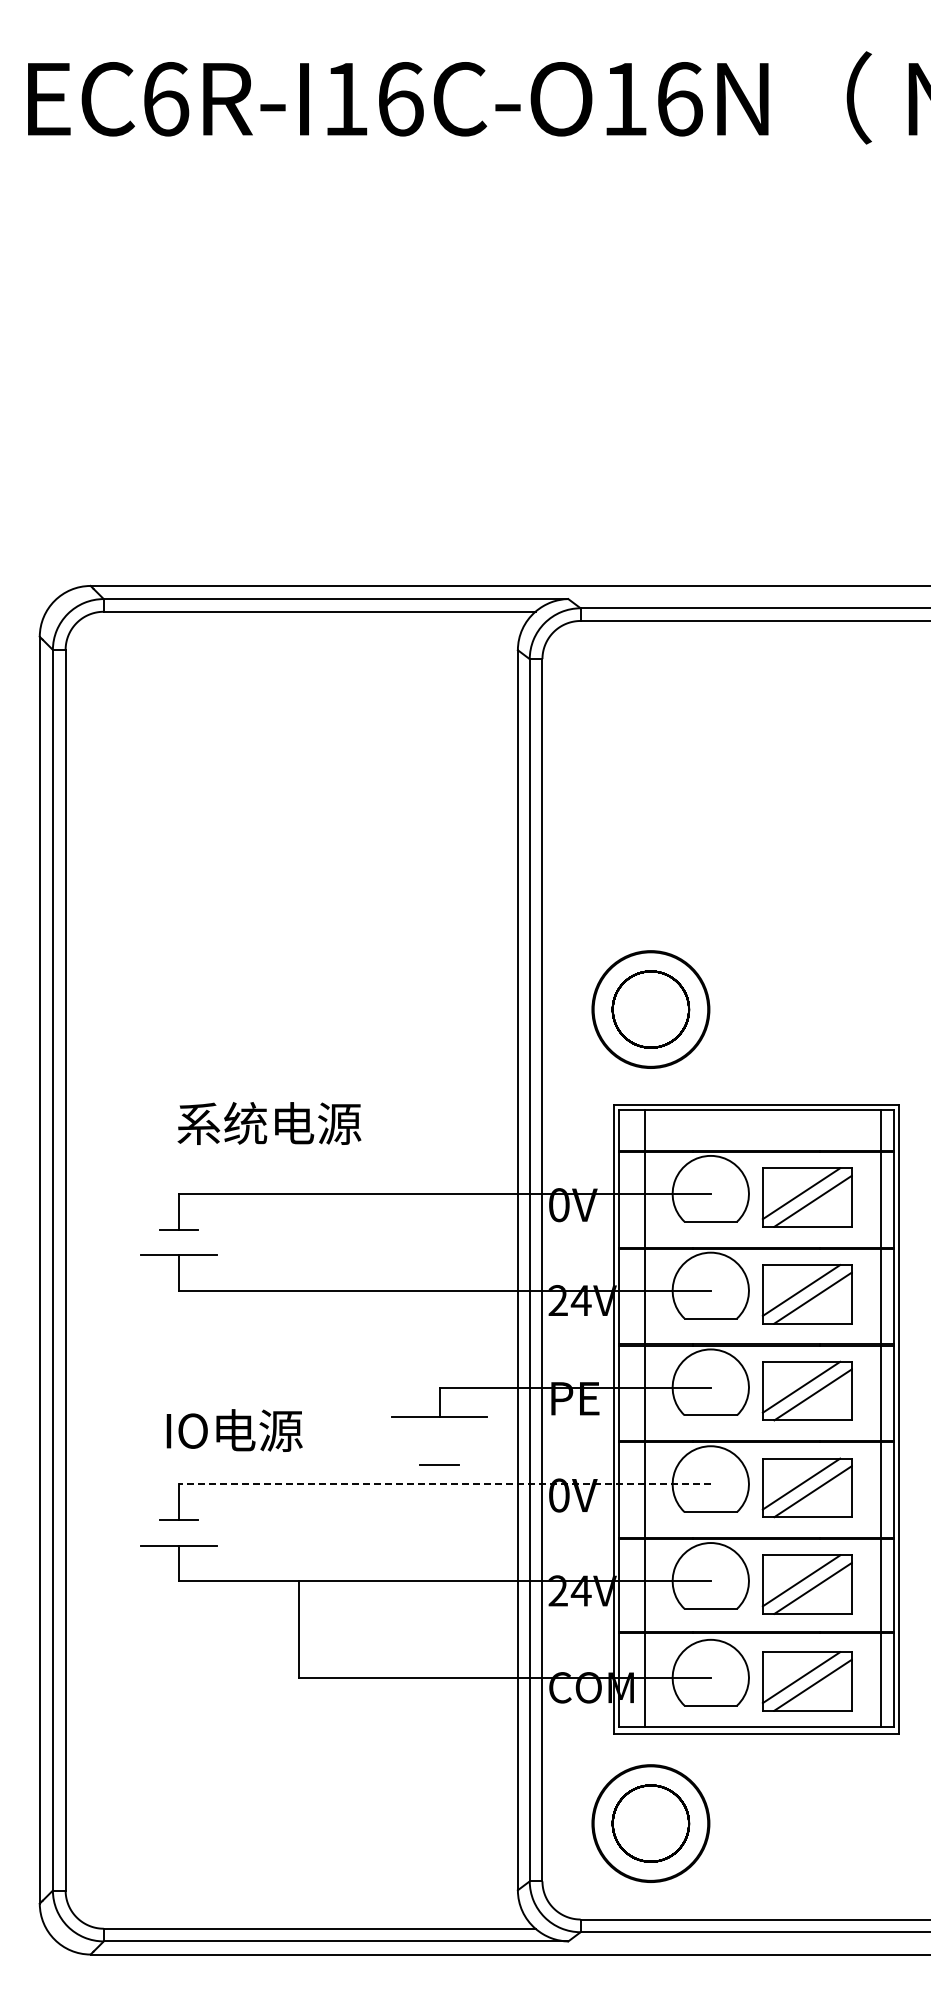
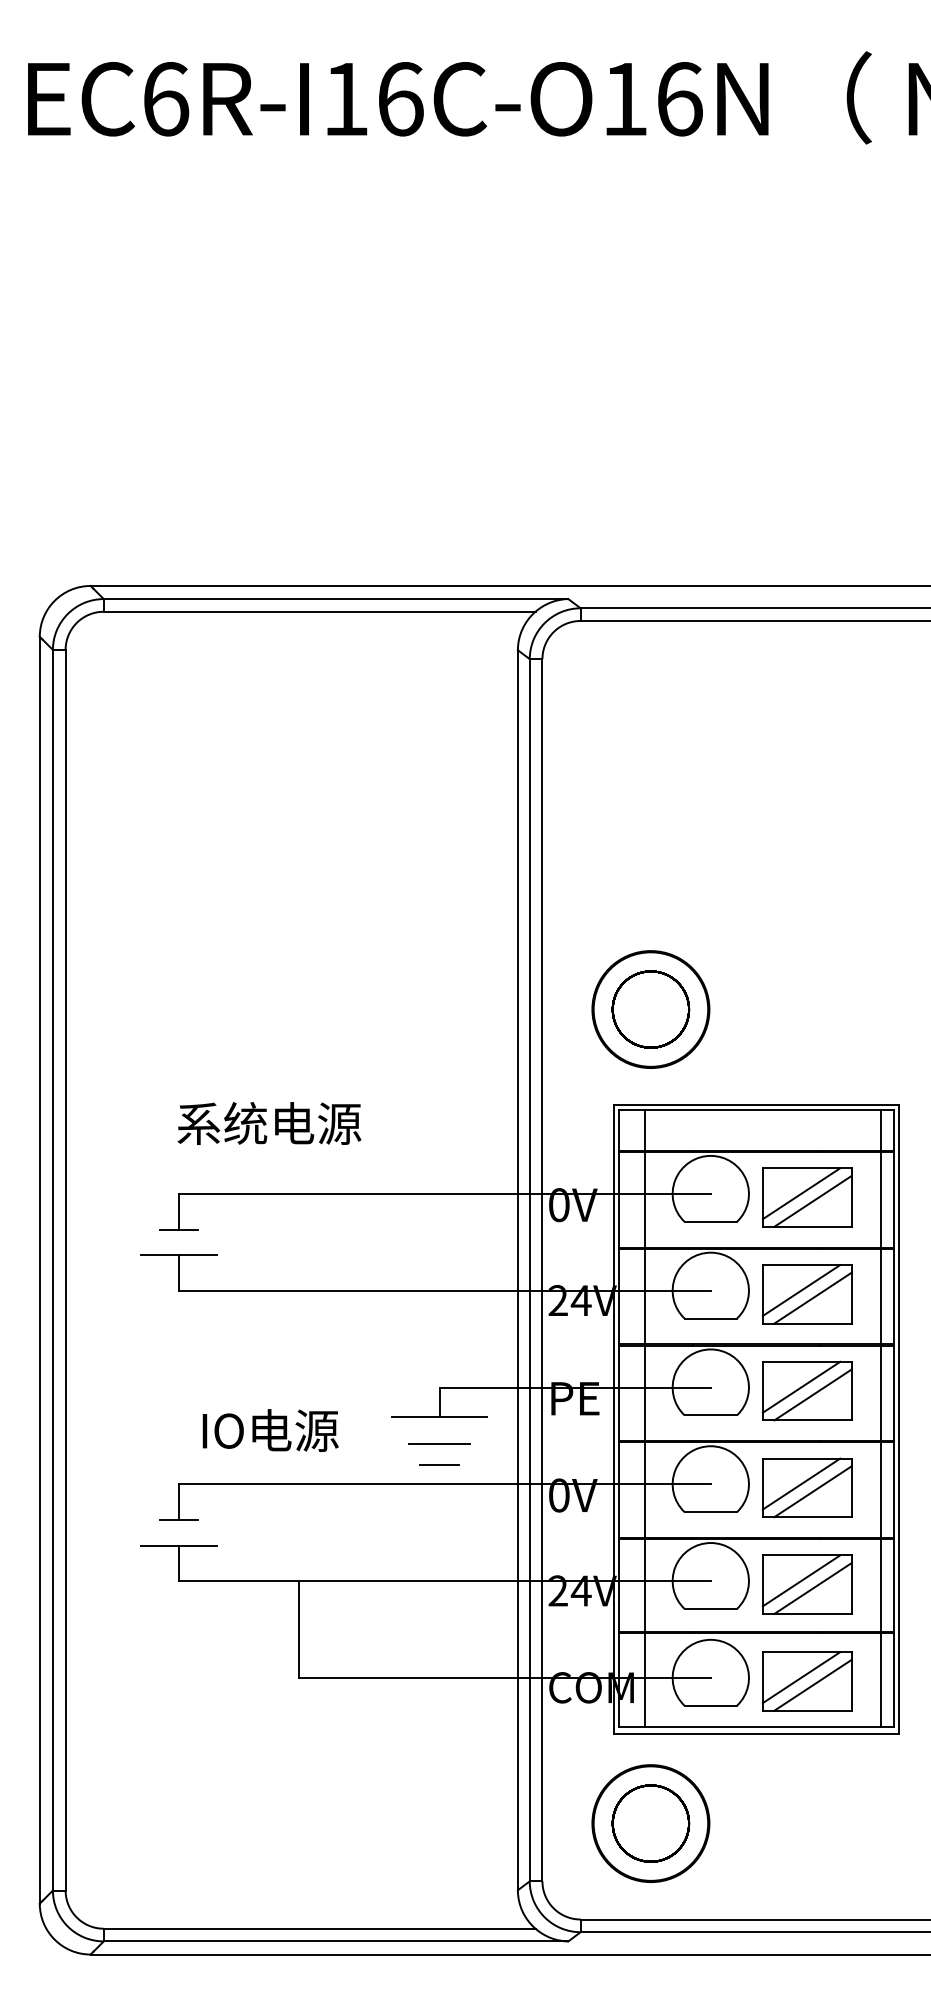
text at (234, 1430) position: (234, 1430) -> (270, 1430)
line at (439, 1443): none -> present
line at (444, 1484): dashed -> solid
